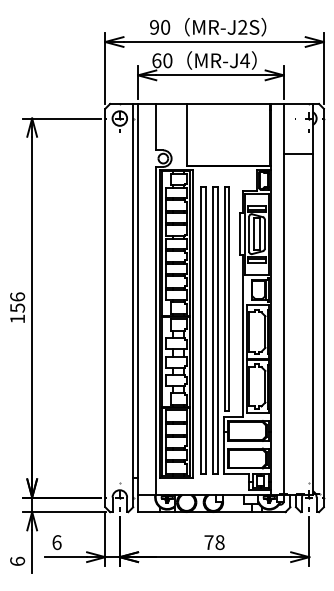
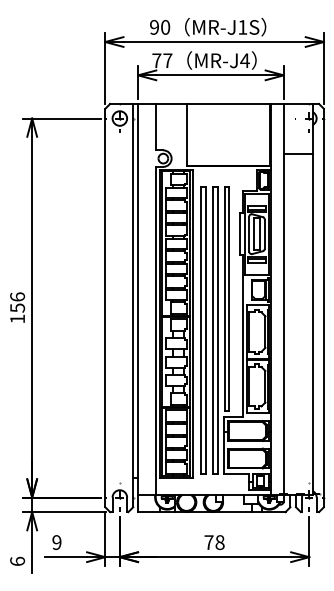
text at (242, 27): MR-J2S -> MR-J1S
text at (162, 60): 60 -> 77
text at (56, 542): 6 -> 9
